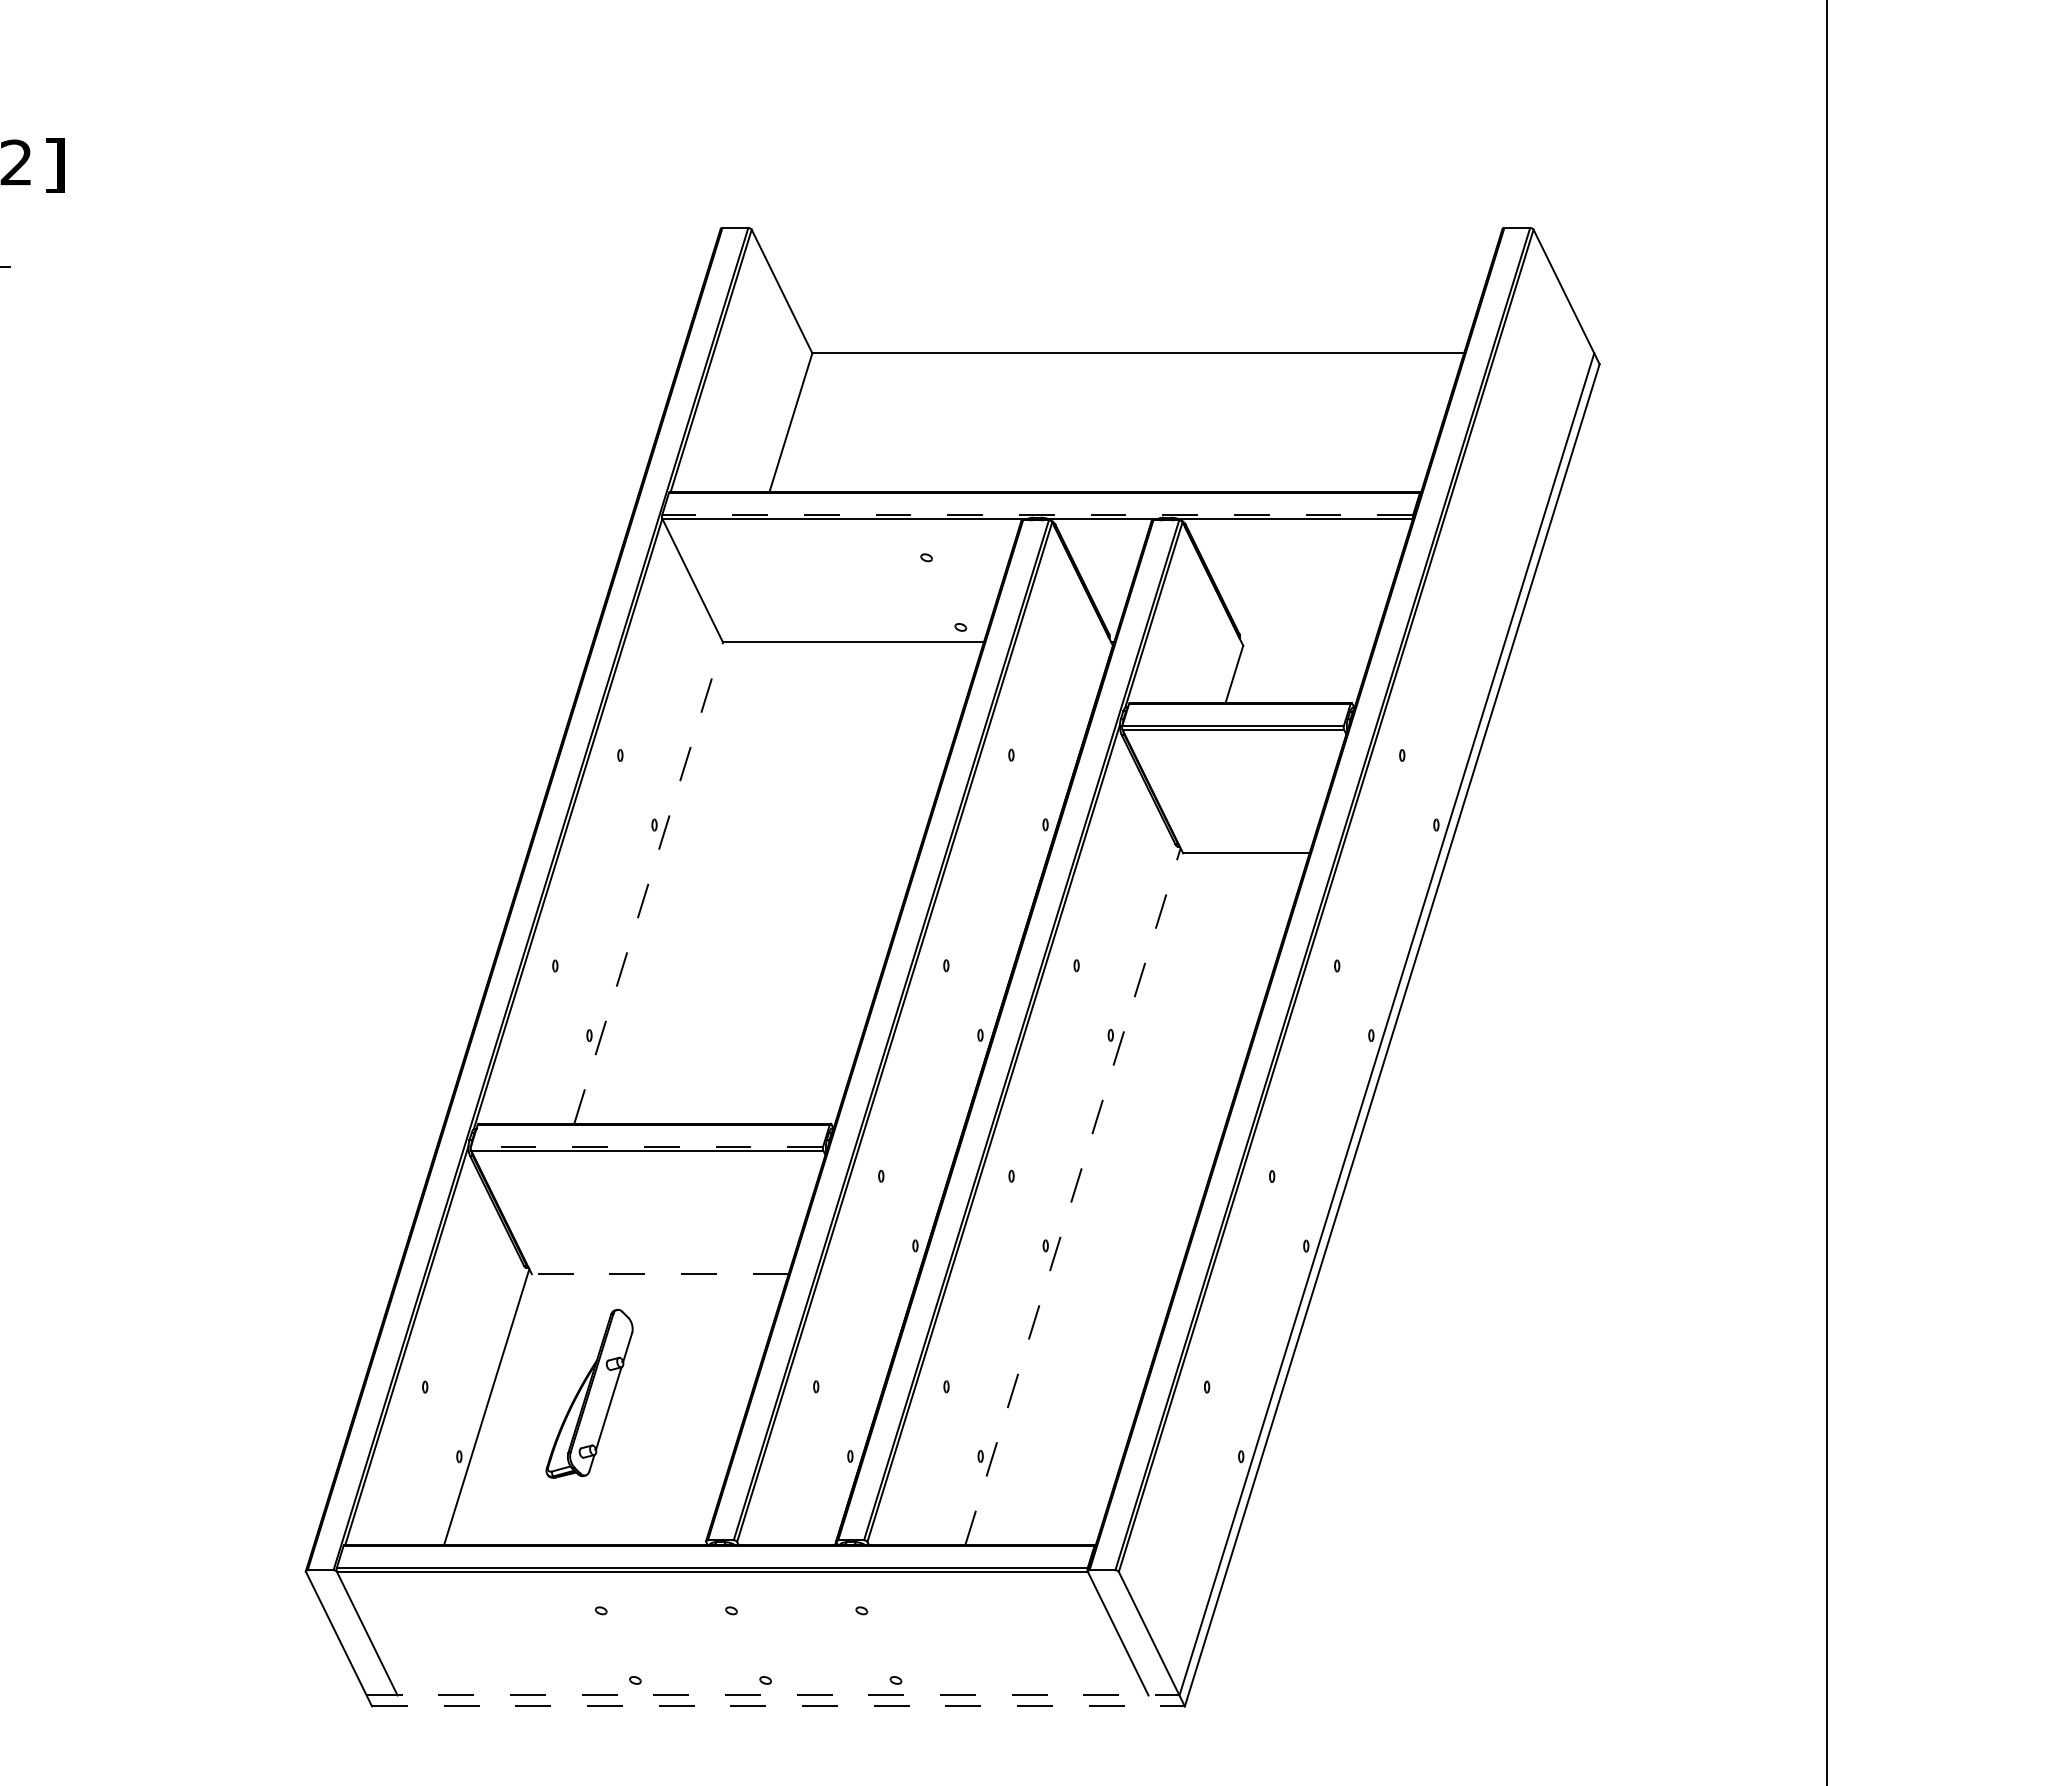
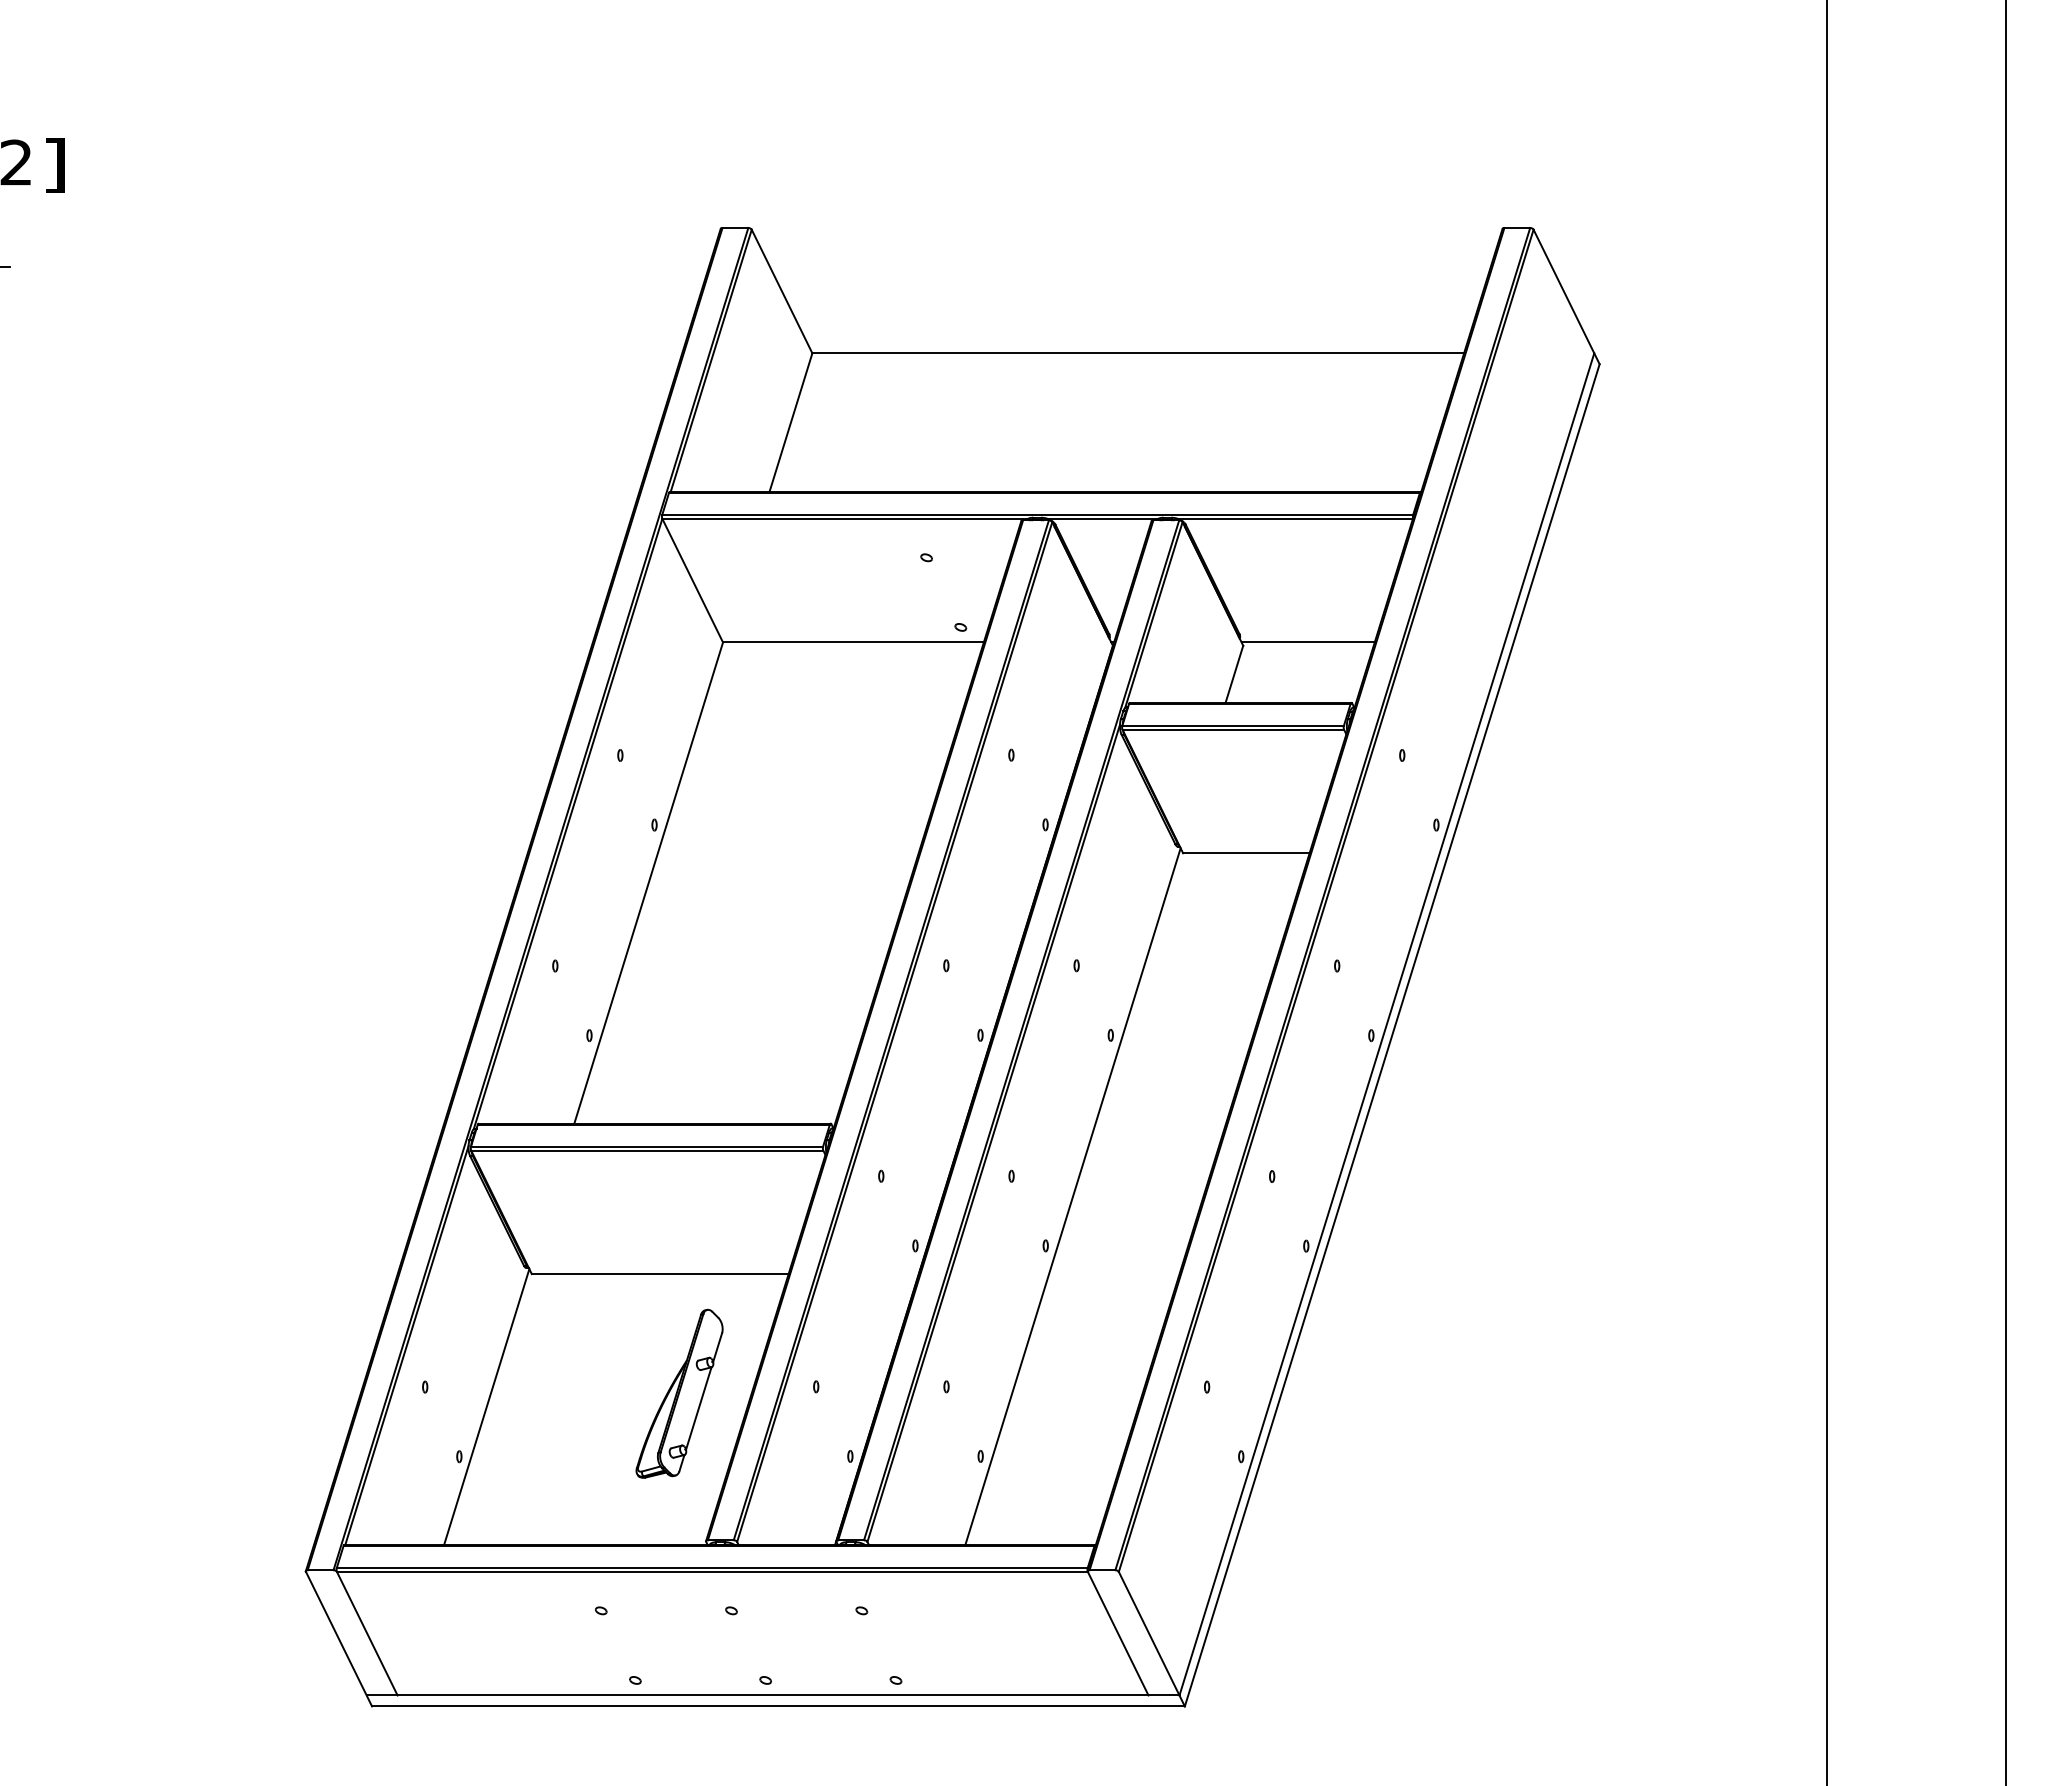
line at (1037, 514): dashed -> solid
line at (1307, 642): none -> present
line at (648, 883): dashed -> solid
line at (2005, 892): none -> present
line at (646, 1146): dashed -> solid
line at (1073, 1196): dashed -> solid
line at (659, 1274): dashed -> solid
part at (589, 1393) position: (589, 1393) -> (679, 1393)
line at (773, 1695): dashed -> solid
line at (778, 1706): dashed -> solid
